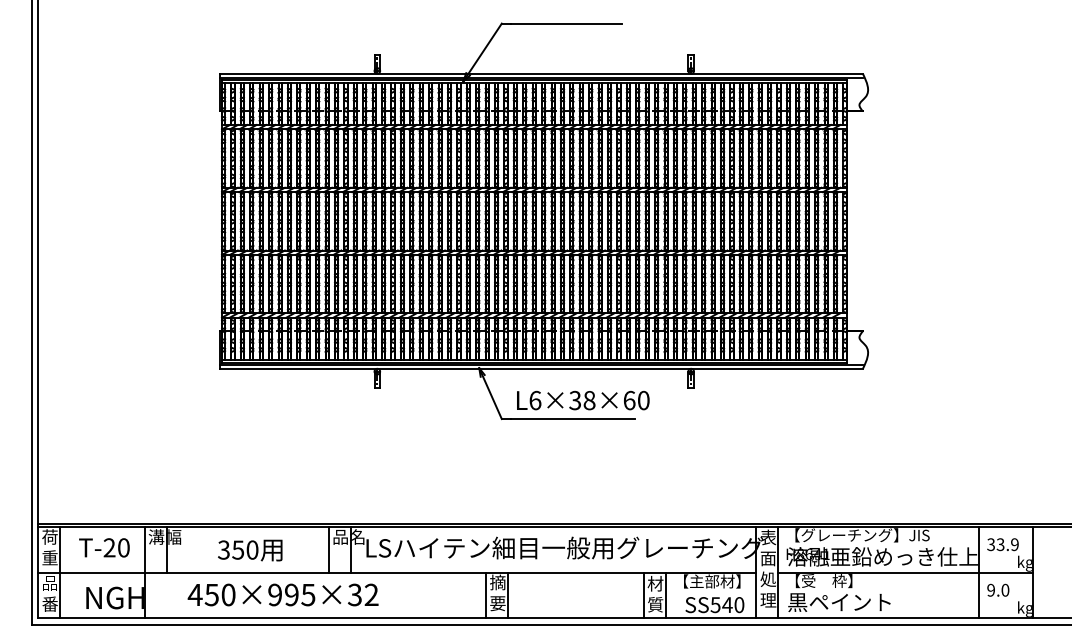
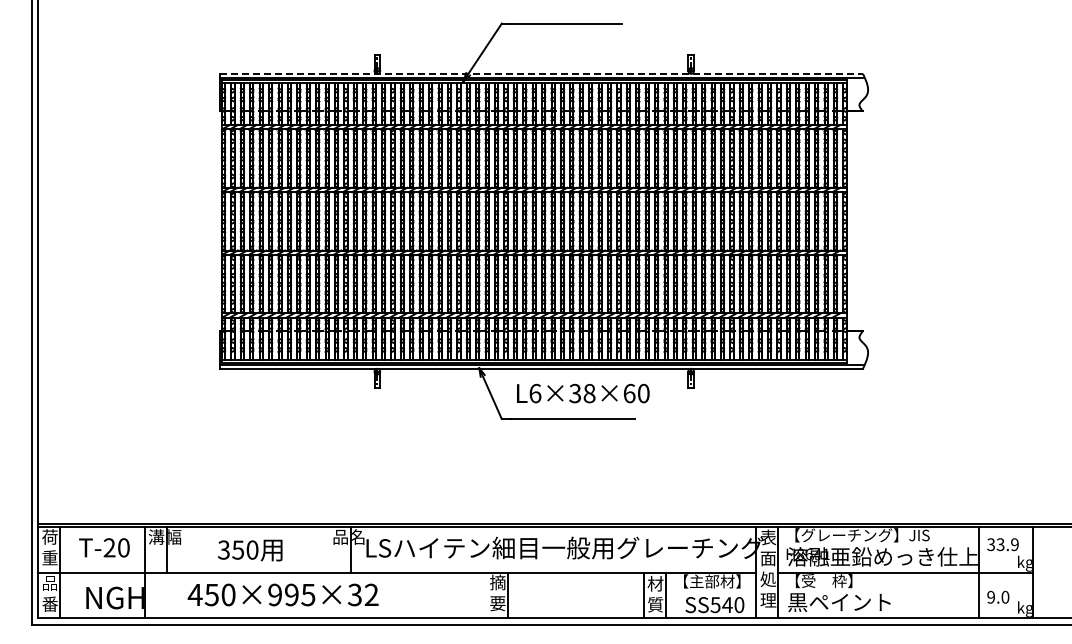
line at (542, 73): solid -> dashed
text at (583, 400) position: (583, 400) -> (583, 393)
line at (328, 549): present -> none
text at (998, 589) position: (998, 589) -> (998, 596)
line at (486, 595): present -> none
